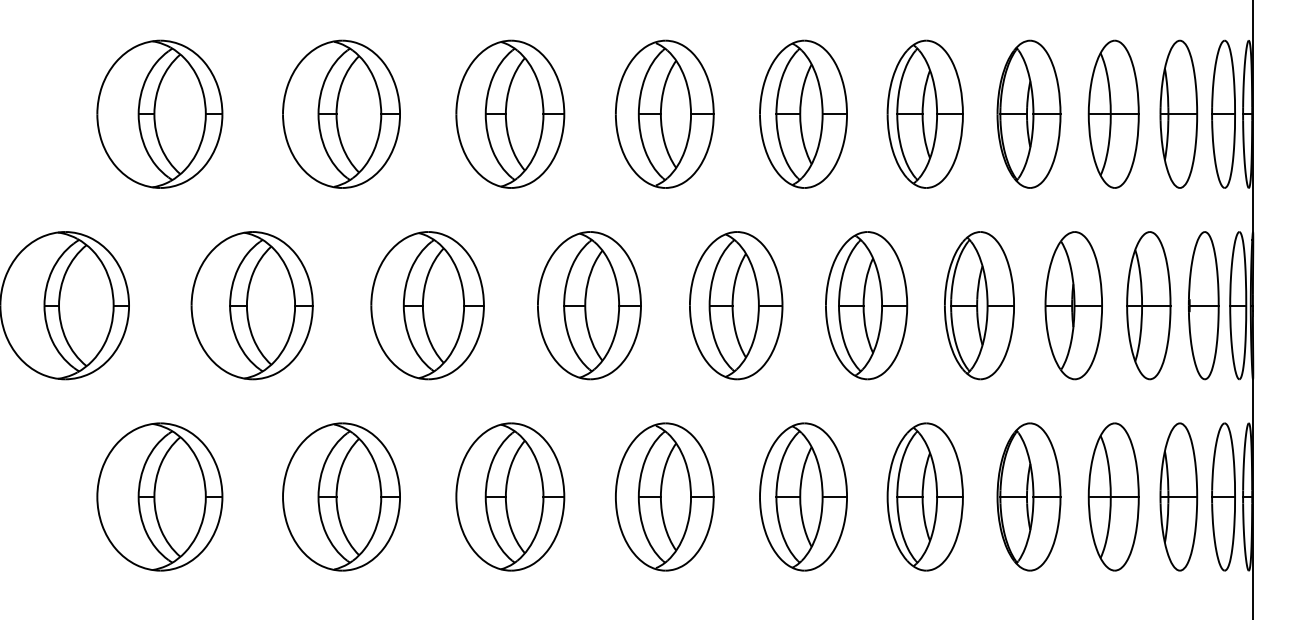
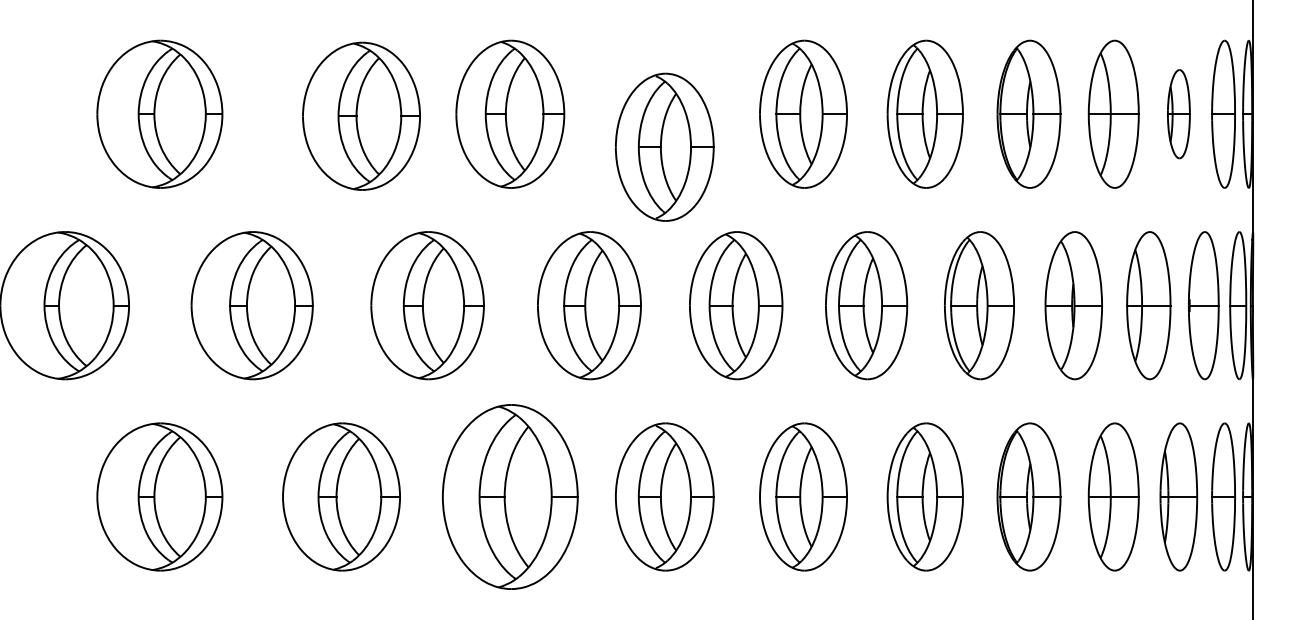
part at (341, 113) position: (341, 113) -> (361, 115)
part at (664, 113) position: (664, 113) -> (664, 146)
part at (1178, 113) size: 40x150 px -> 24x91 px
part at (510, 496) size: 111x150 px -> 137x186 px
